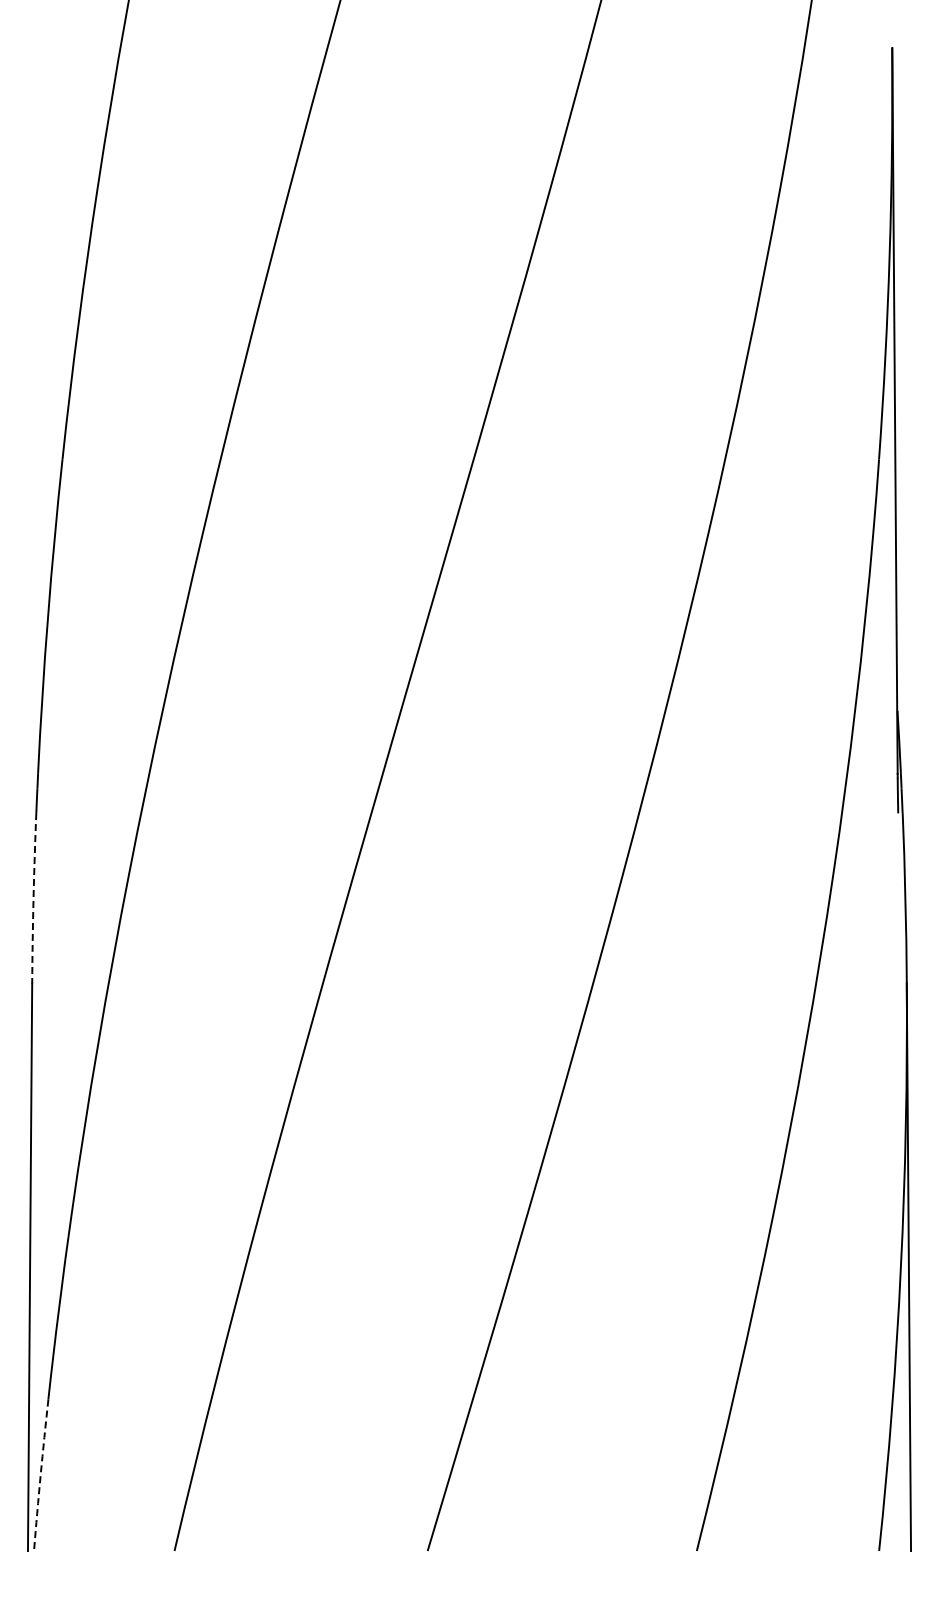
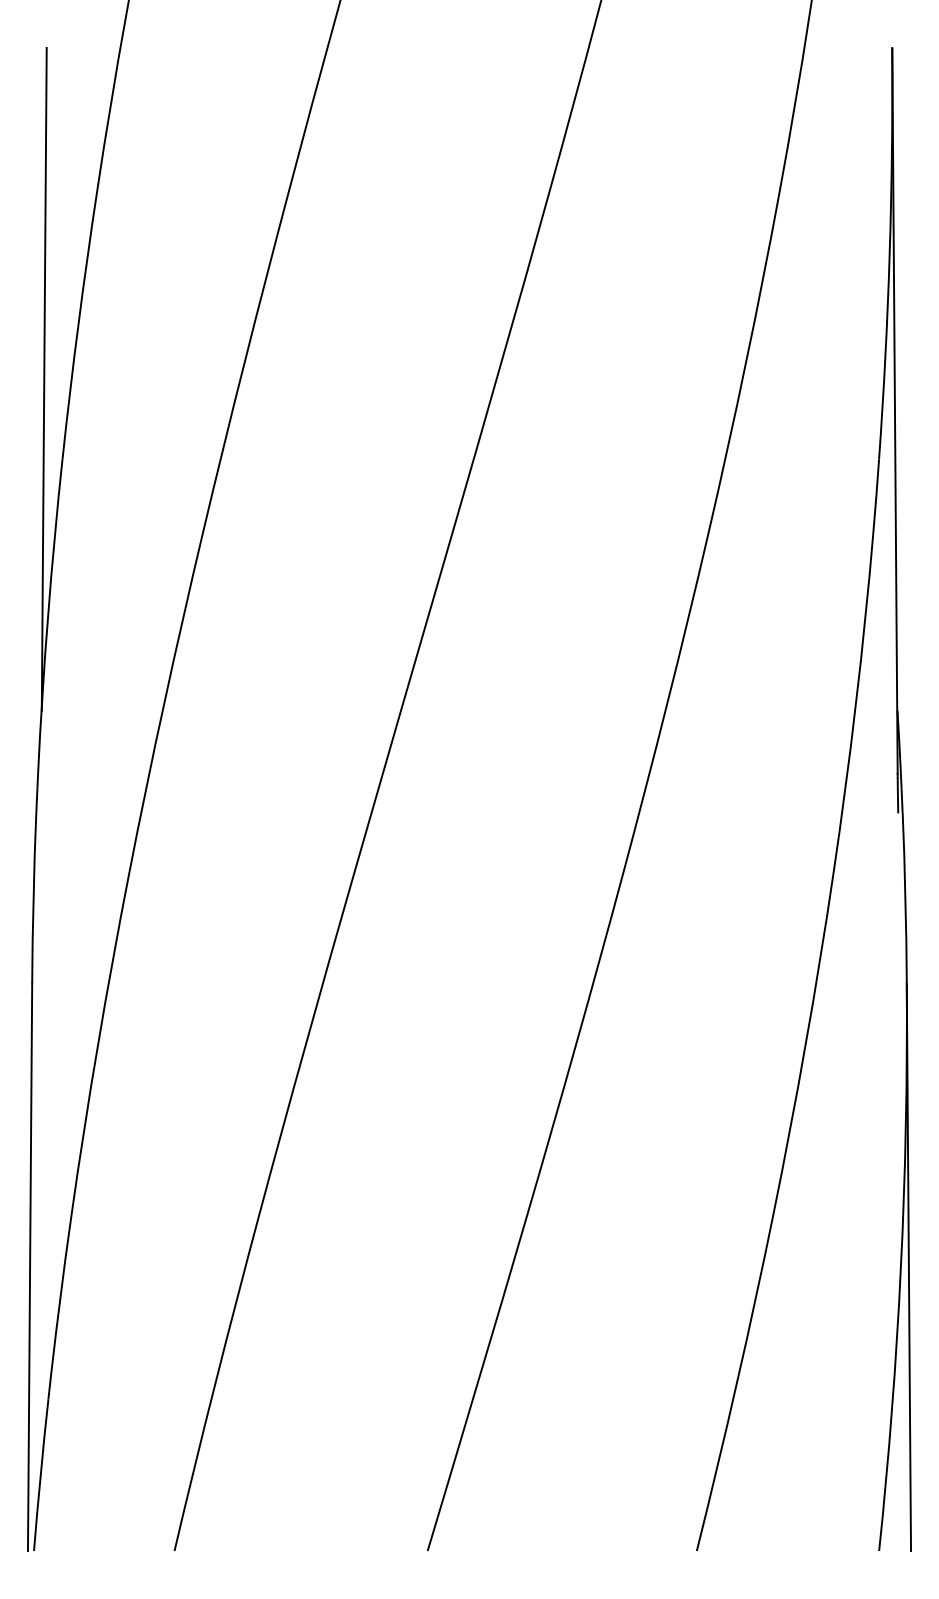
line at (43, 378): none -> present
arc at (33, 898): dashed -> solid
arc at (40, 1475): dashed -> solid
